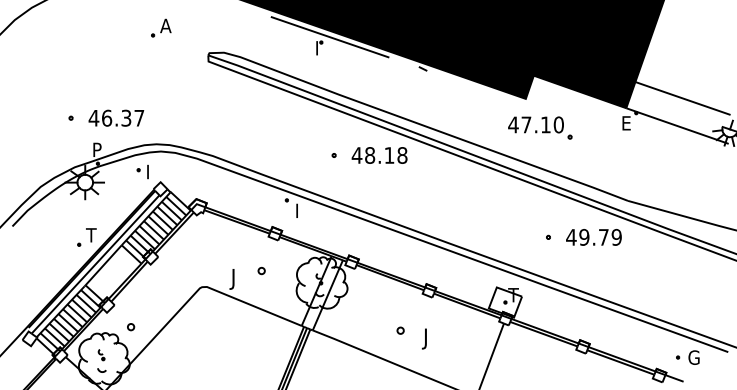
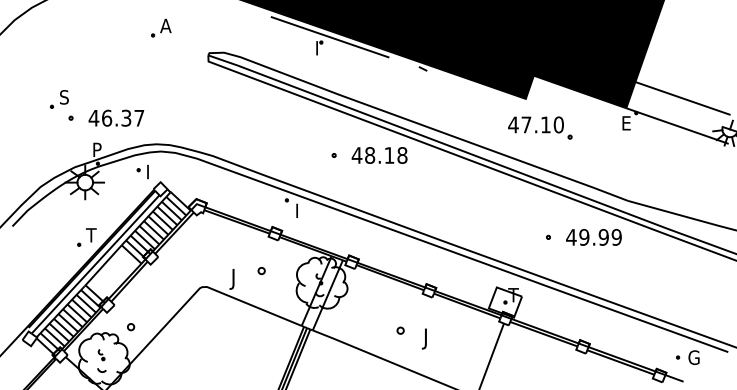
part at (59, 99): none -> present
text at (603, 236): 49.79 -> 49.99
